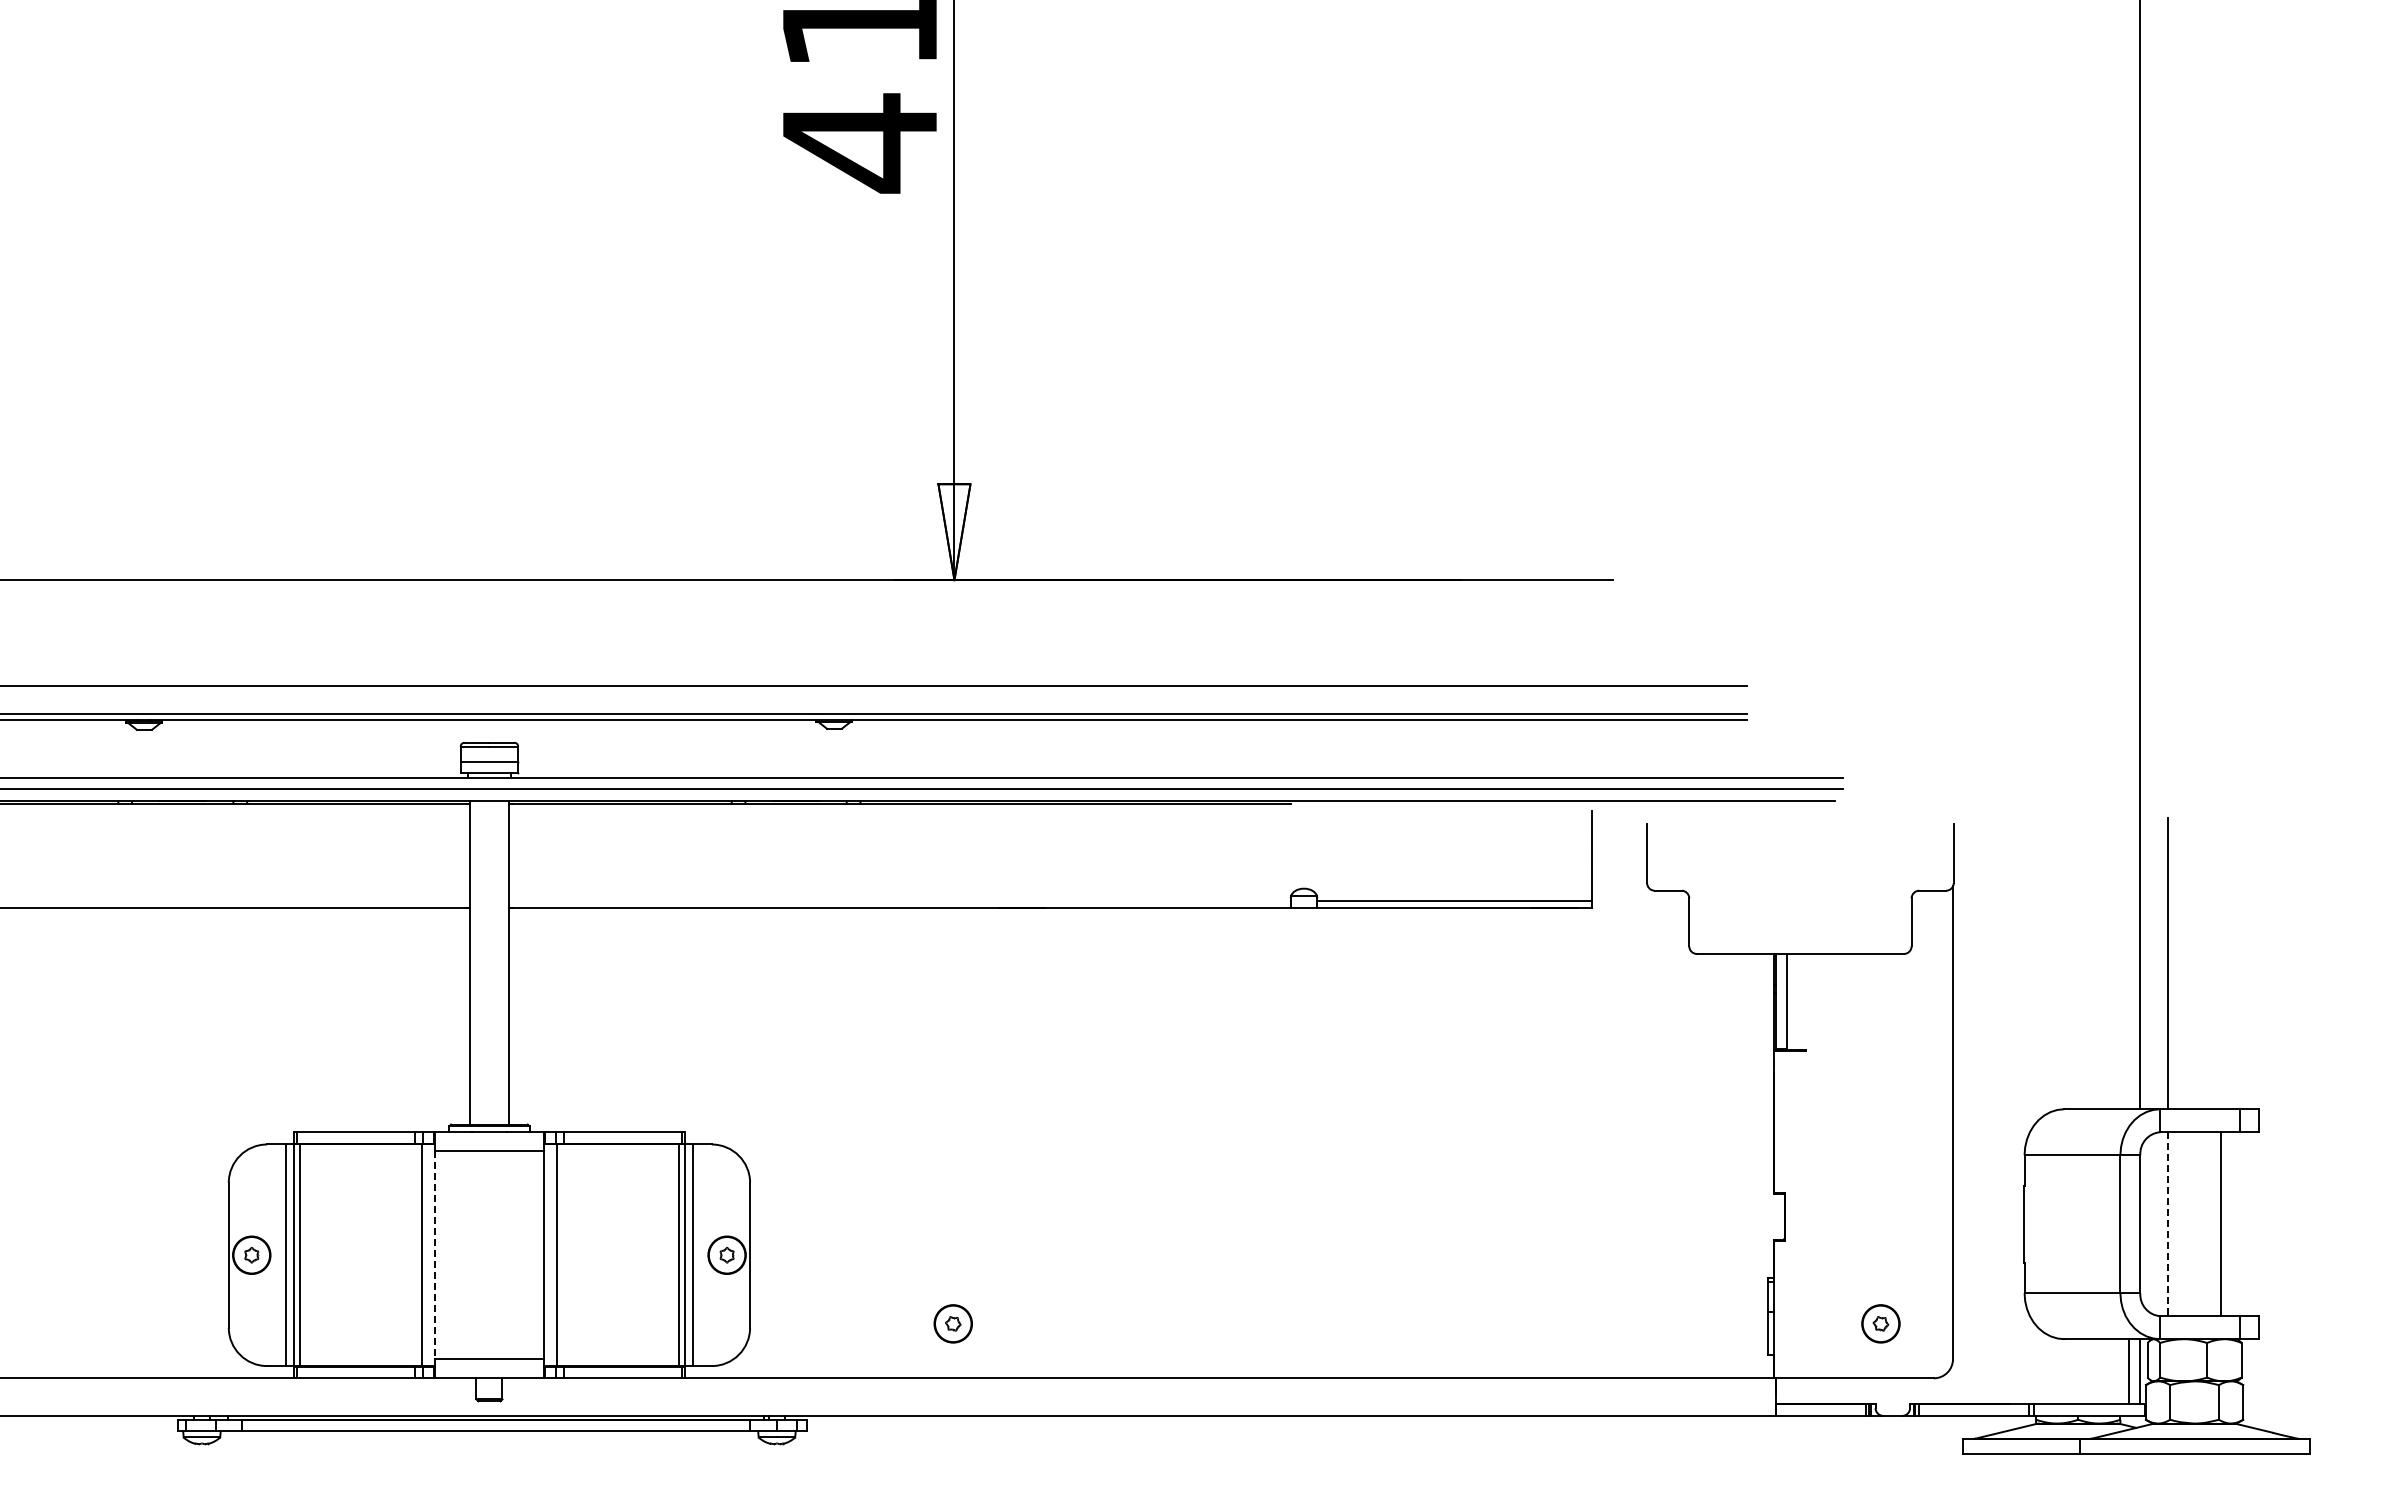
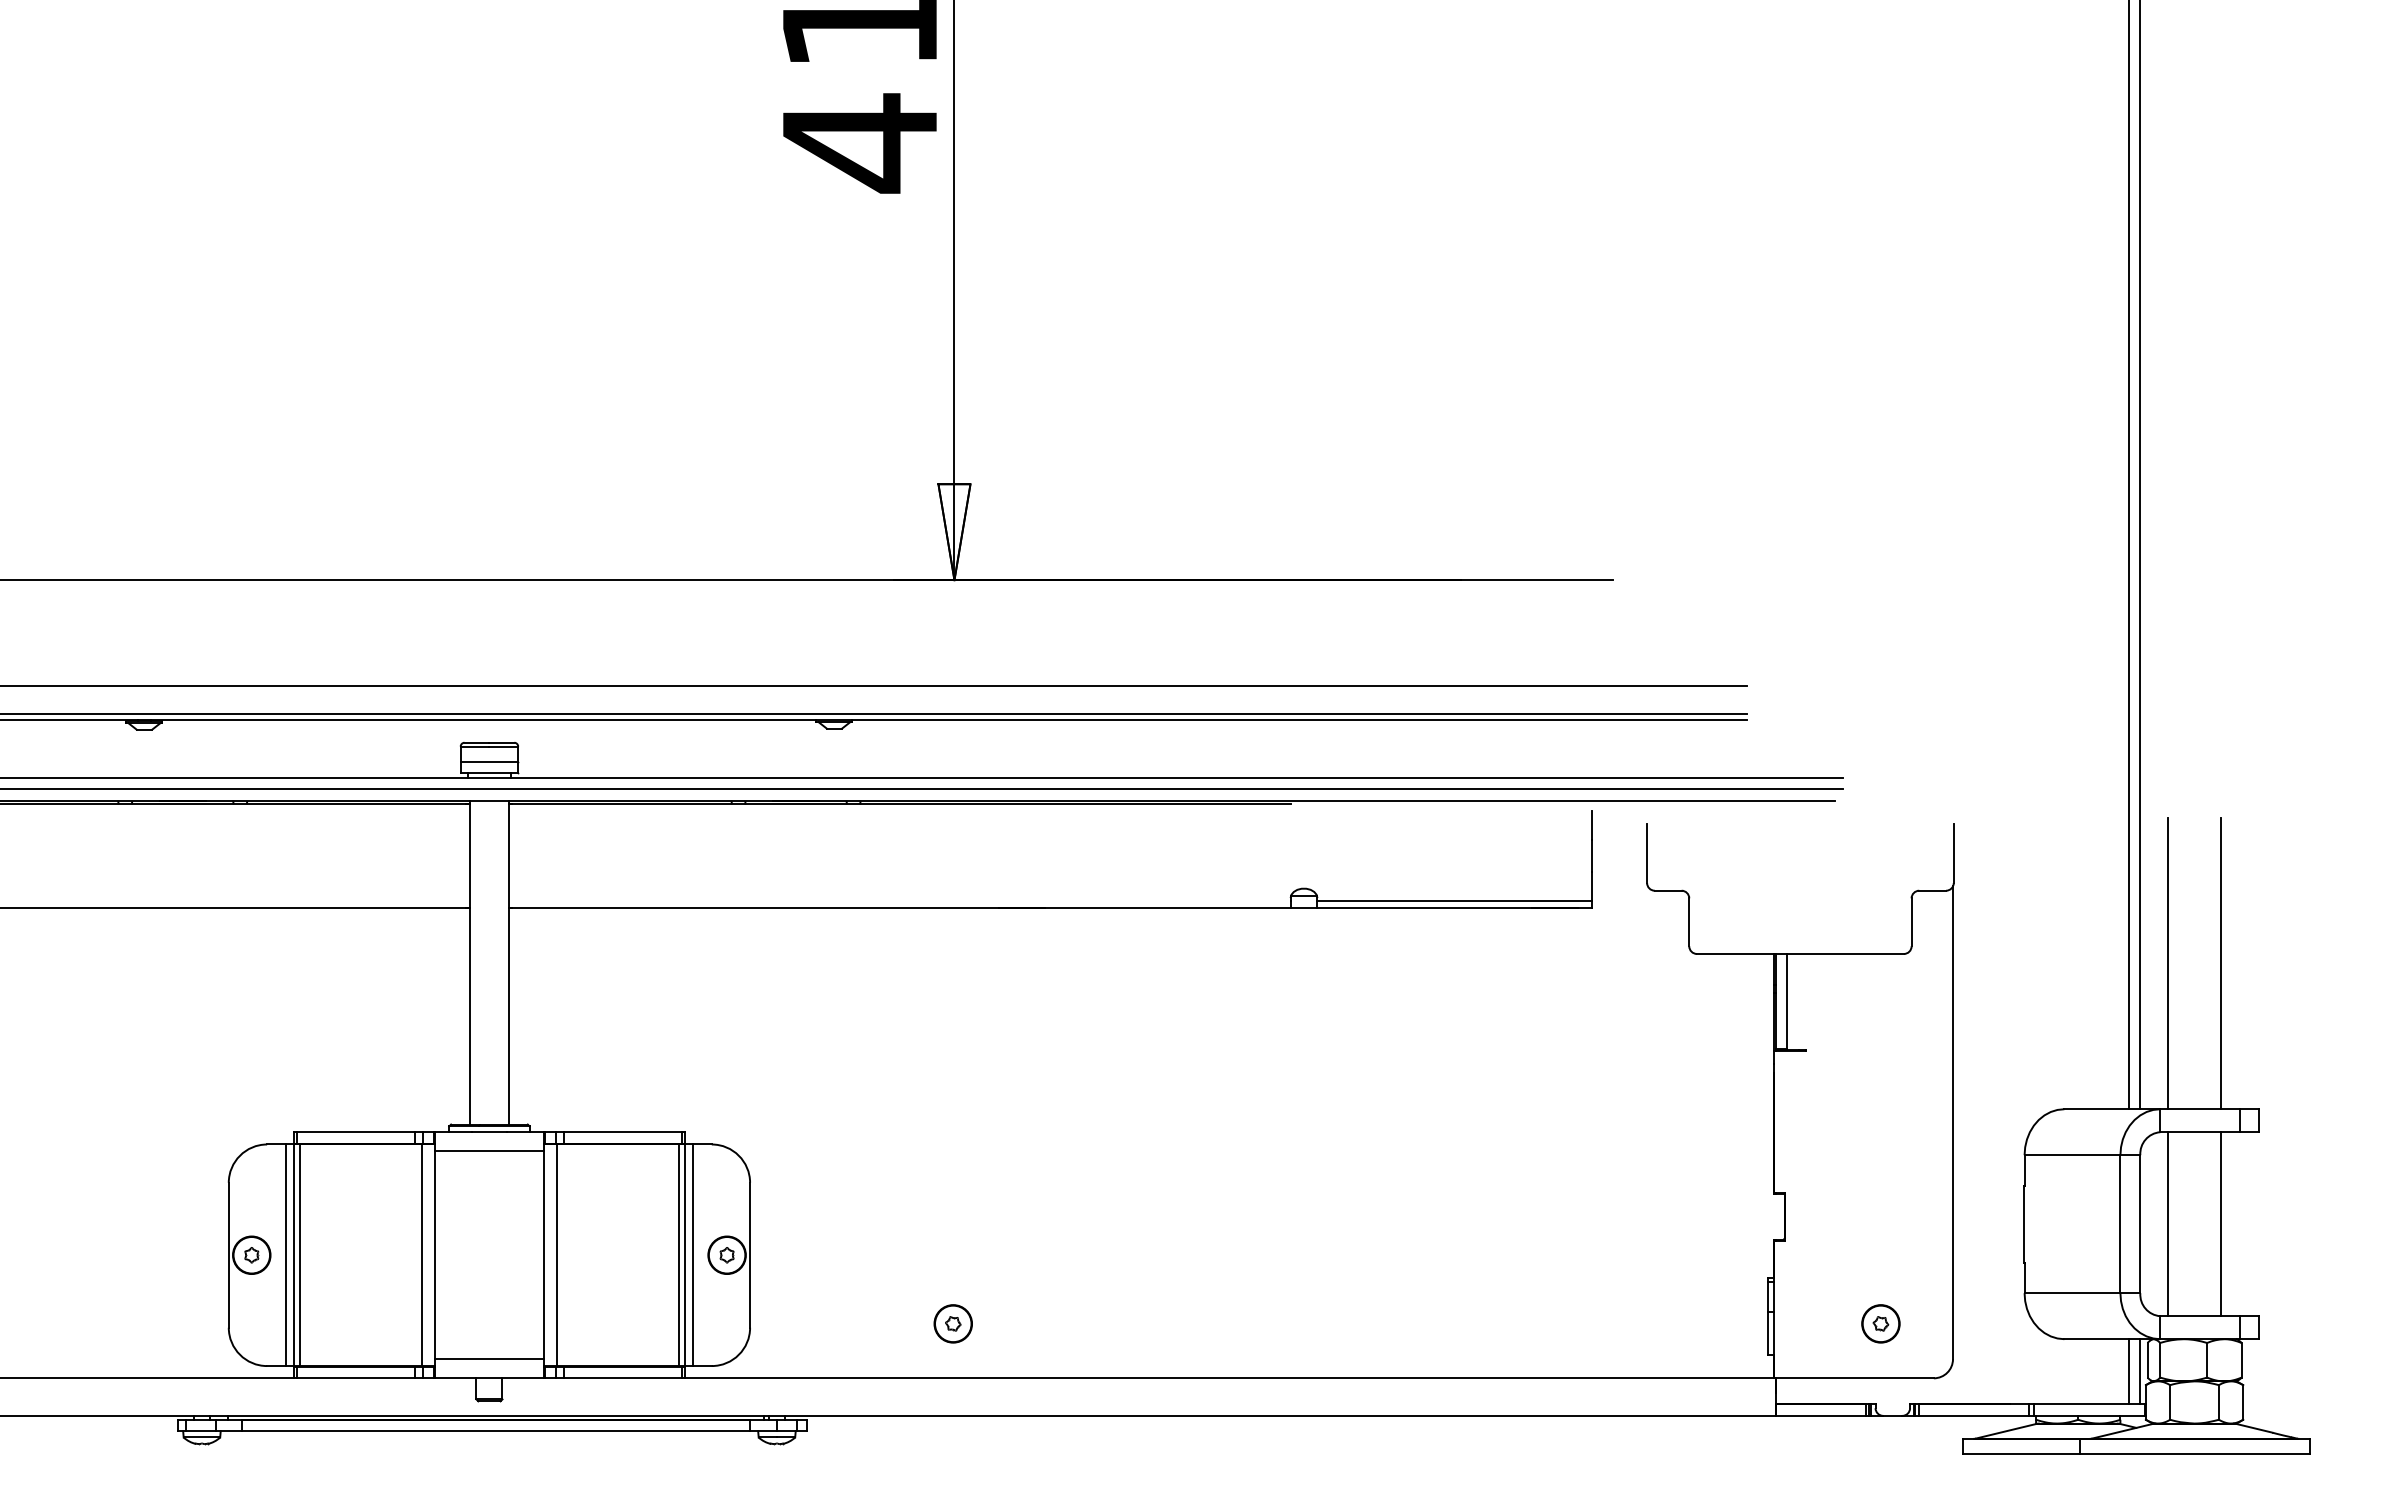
line at (2128, 555): none -> present
line at (2221, 963): none -> present
line at (2167, 1224): dashed -> solid
line at (435, 1255): dashed -> solid
